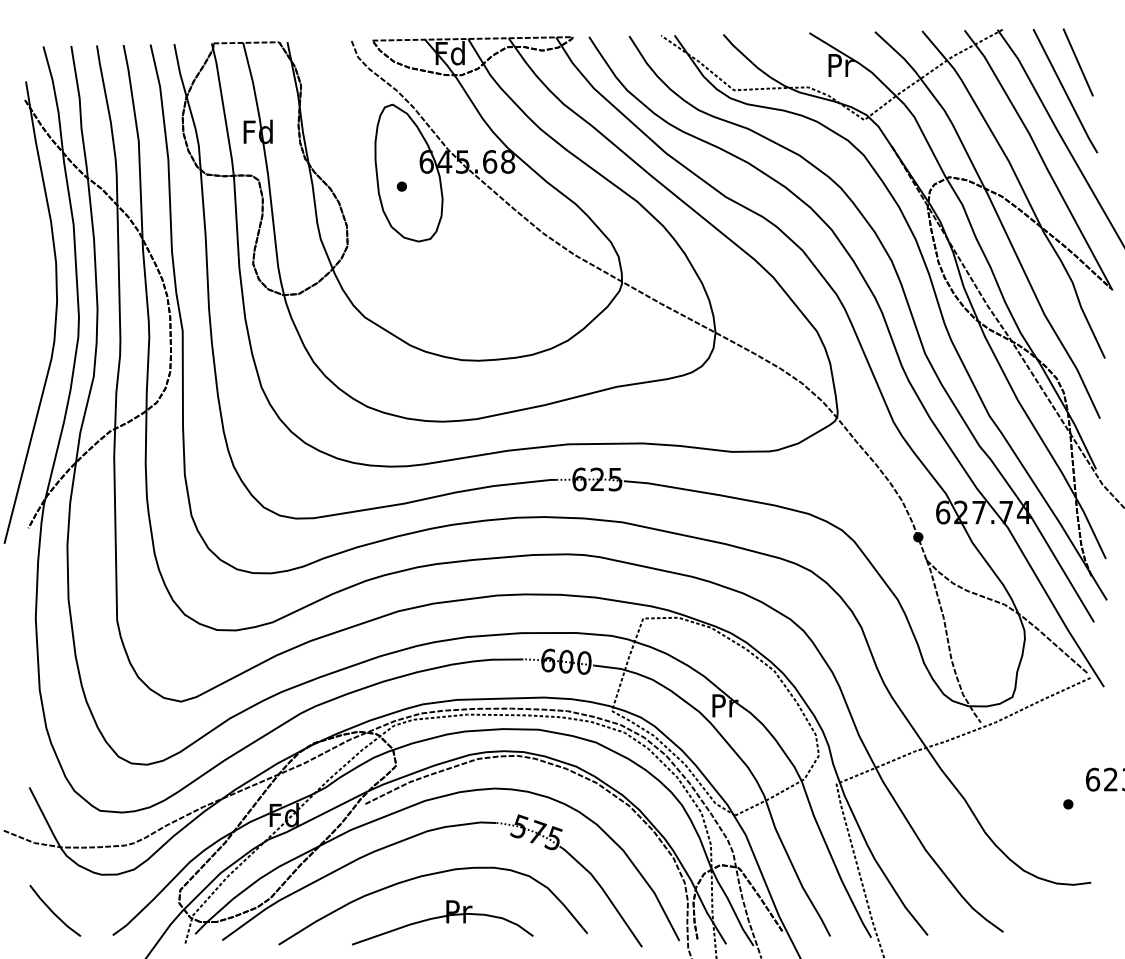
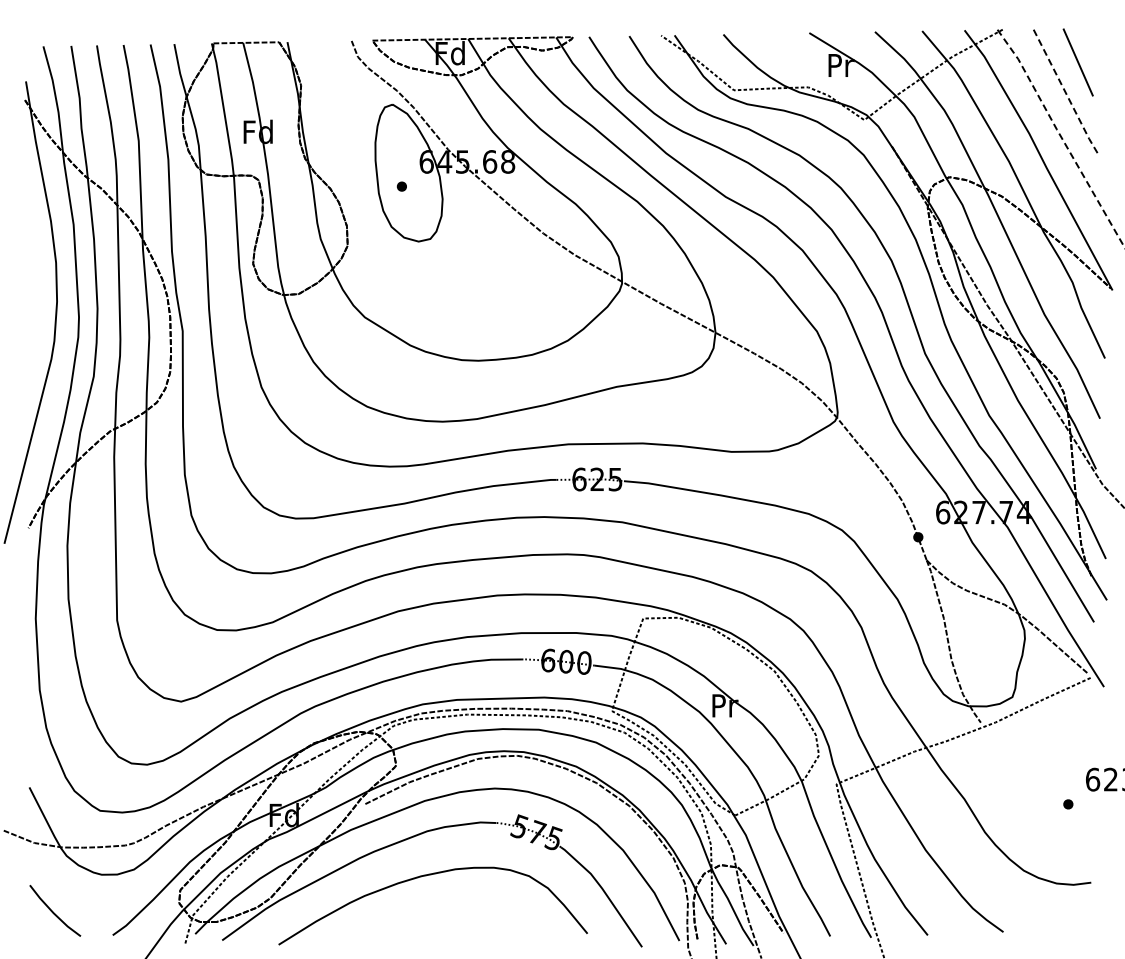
line at (1065, 91): solid -> dashed
line at (1061, 137): solid -> dashed
part at (442, 922): present -> none
